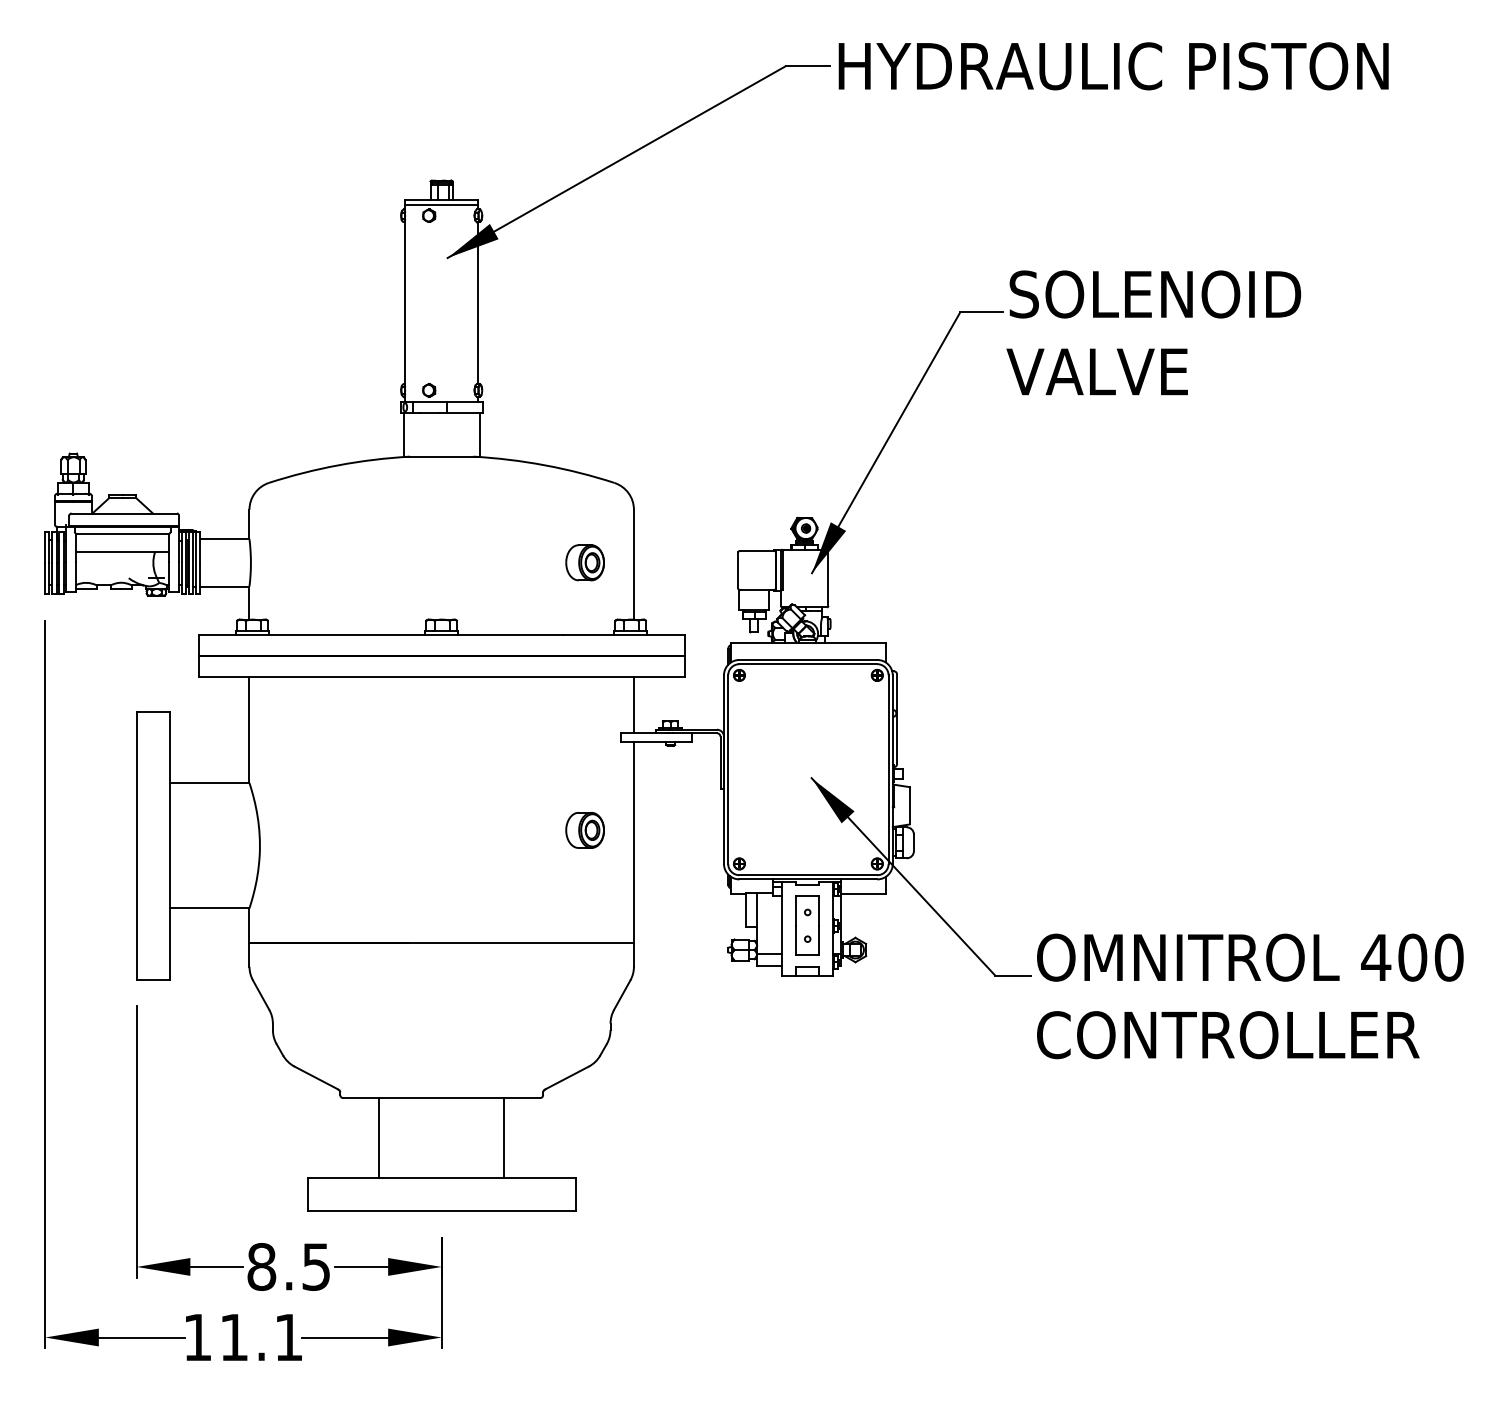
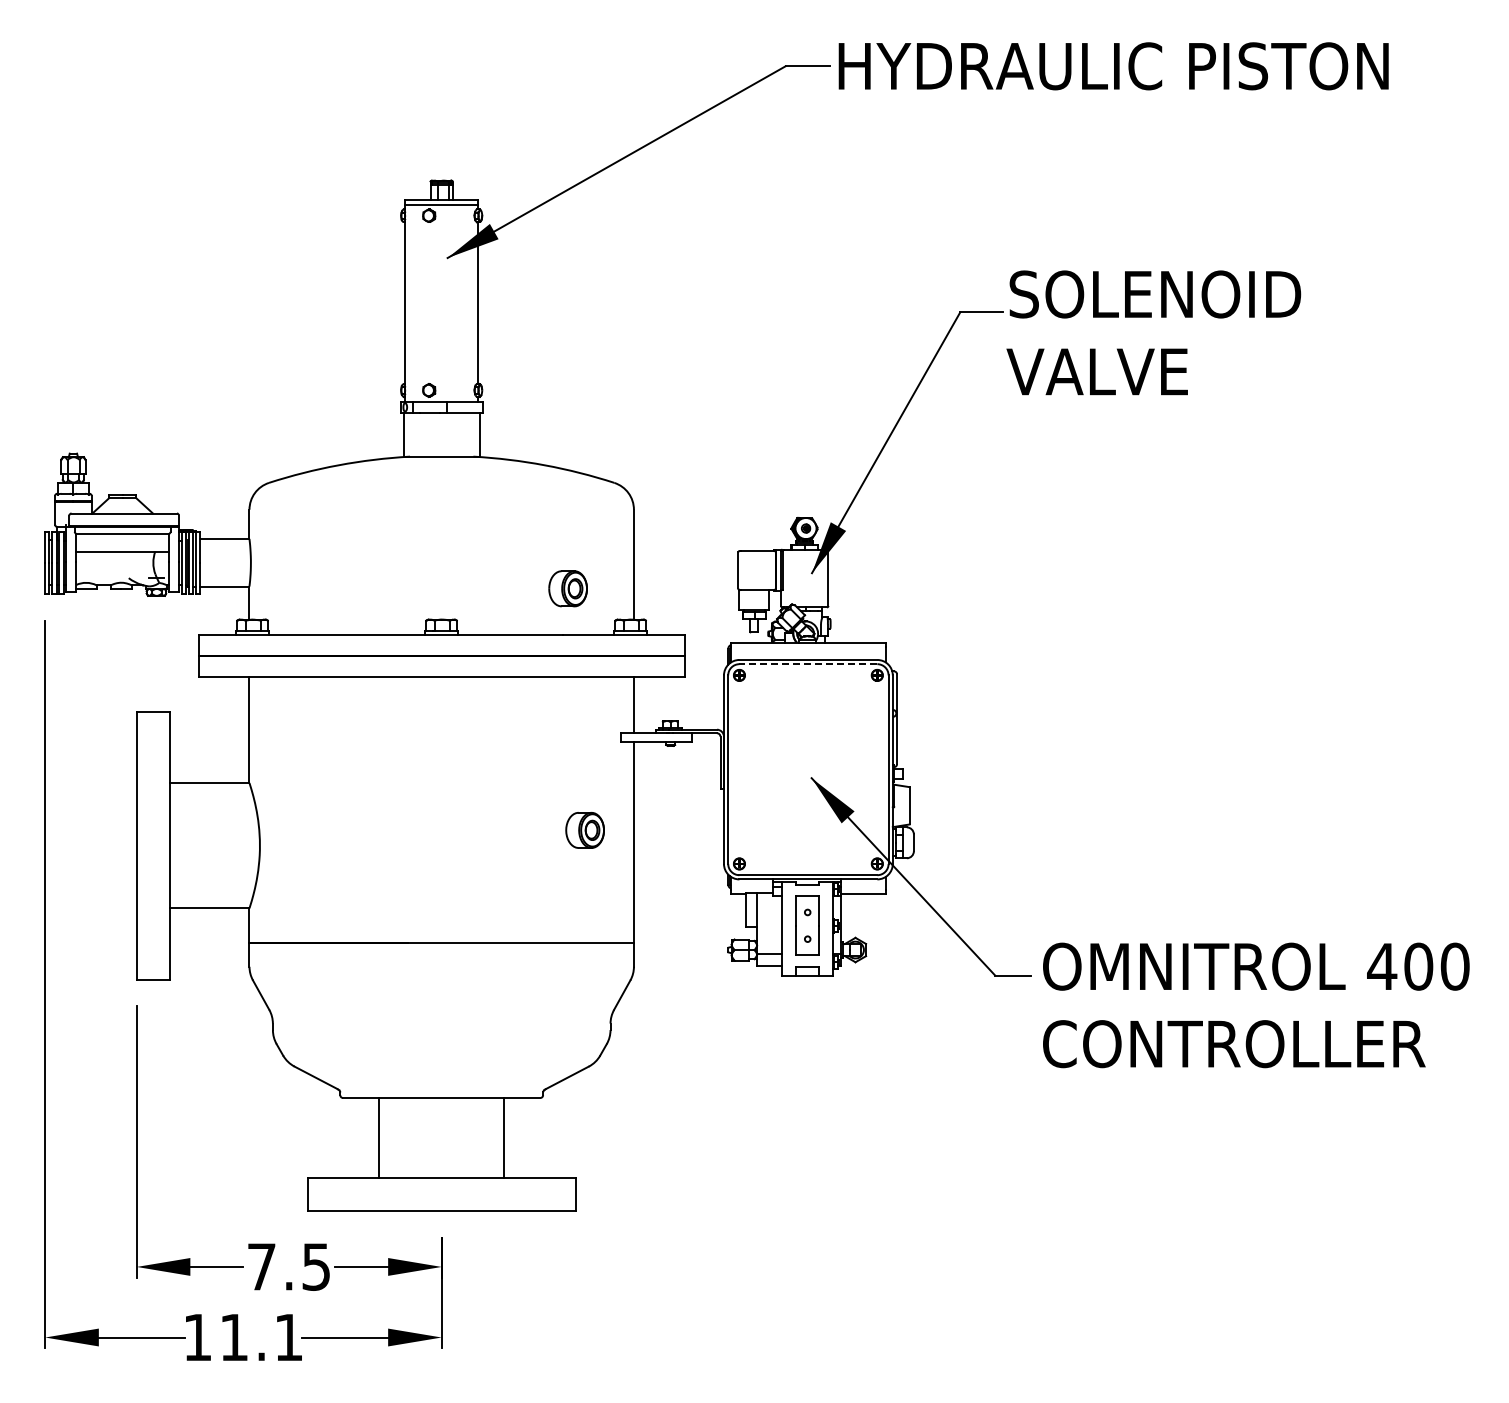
part at (584, 562) position: (584, 562) -> (567, 588)
line at (808, 664): solid -> dashed
text at (1250, 996) position: (1250, 996) -> (1256, 1005)
text at (261, 1266): 8.5 -> 7.5
